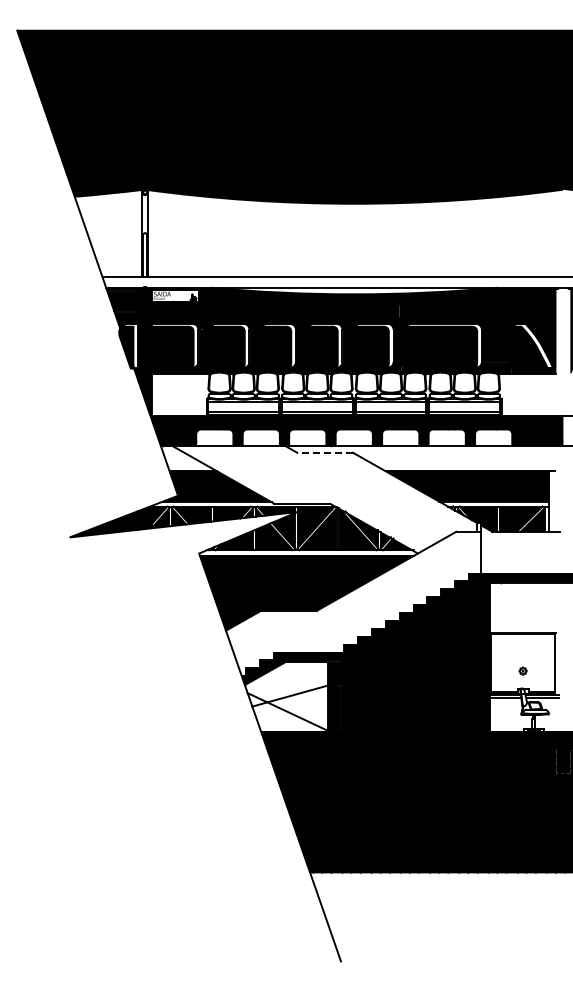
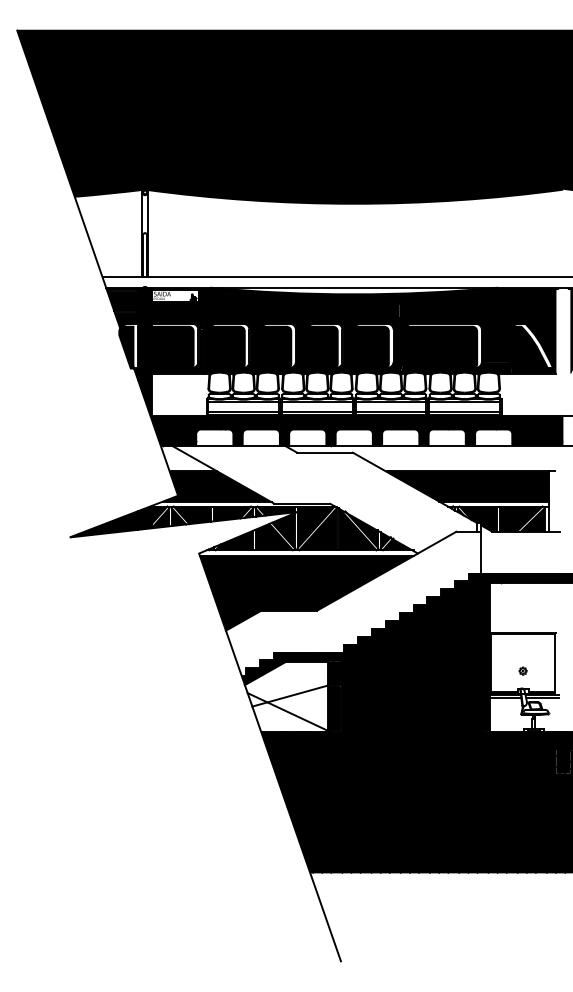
line at (325, 452): dashed -> solid
